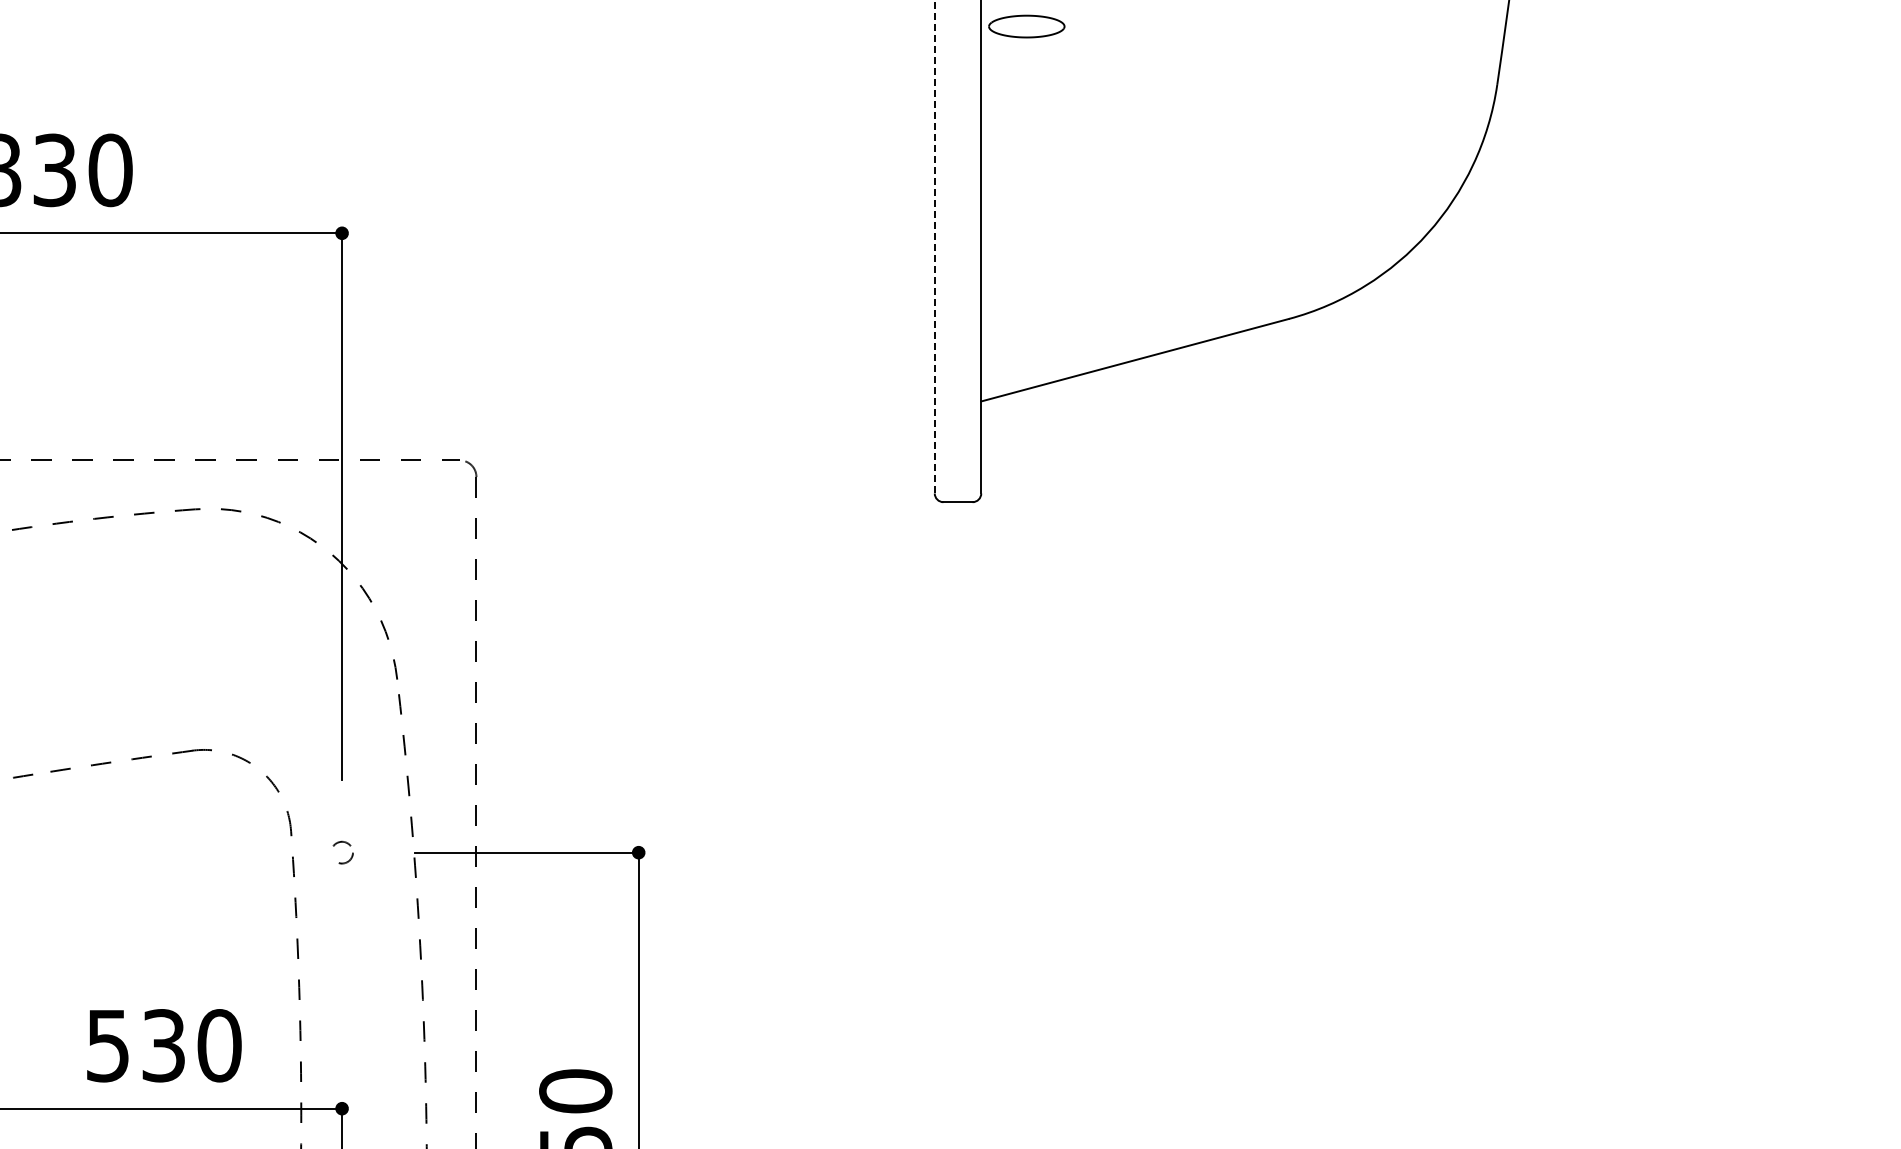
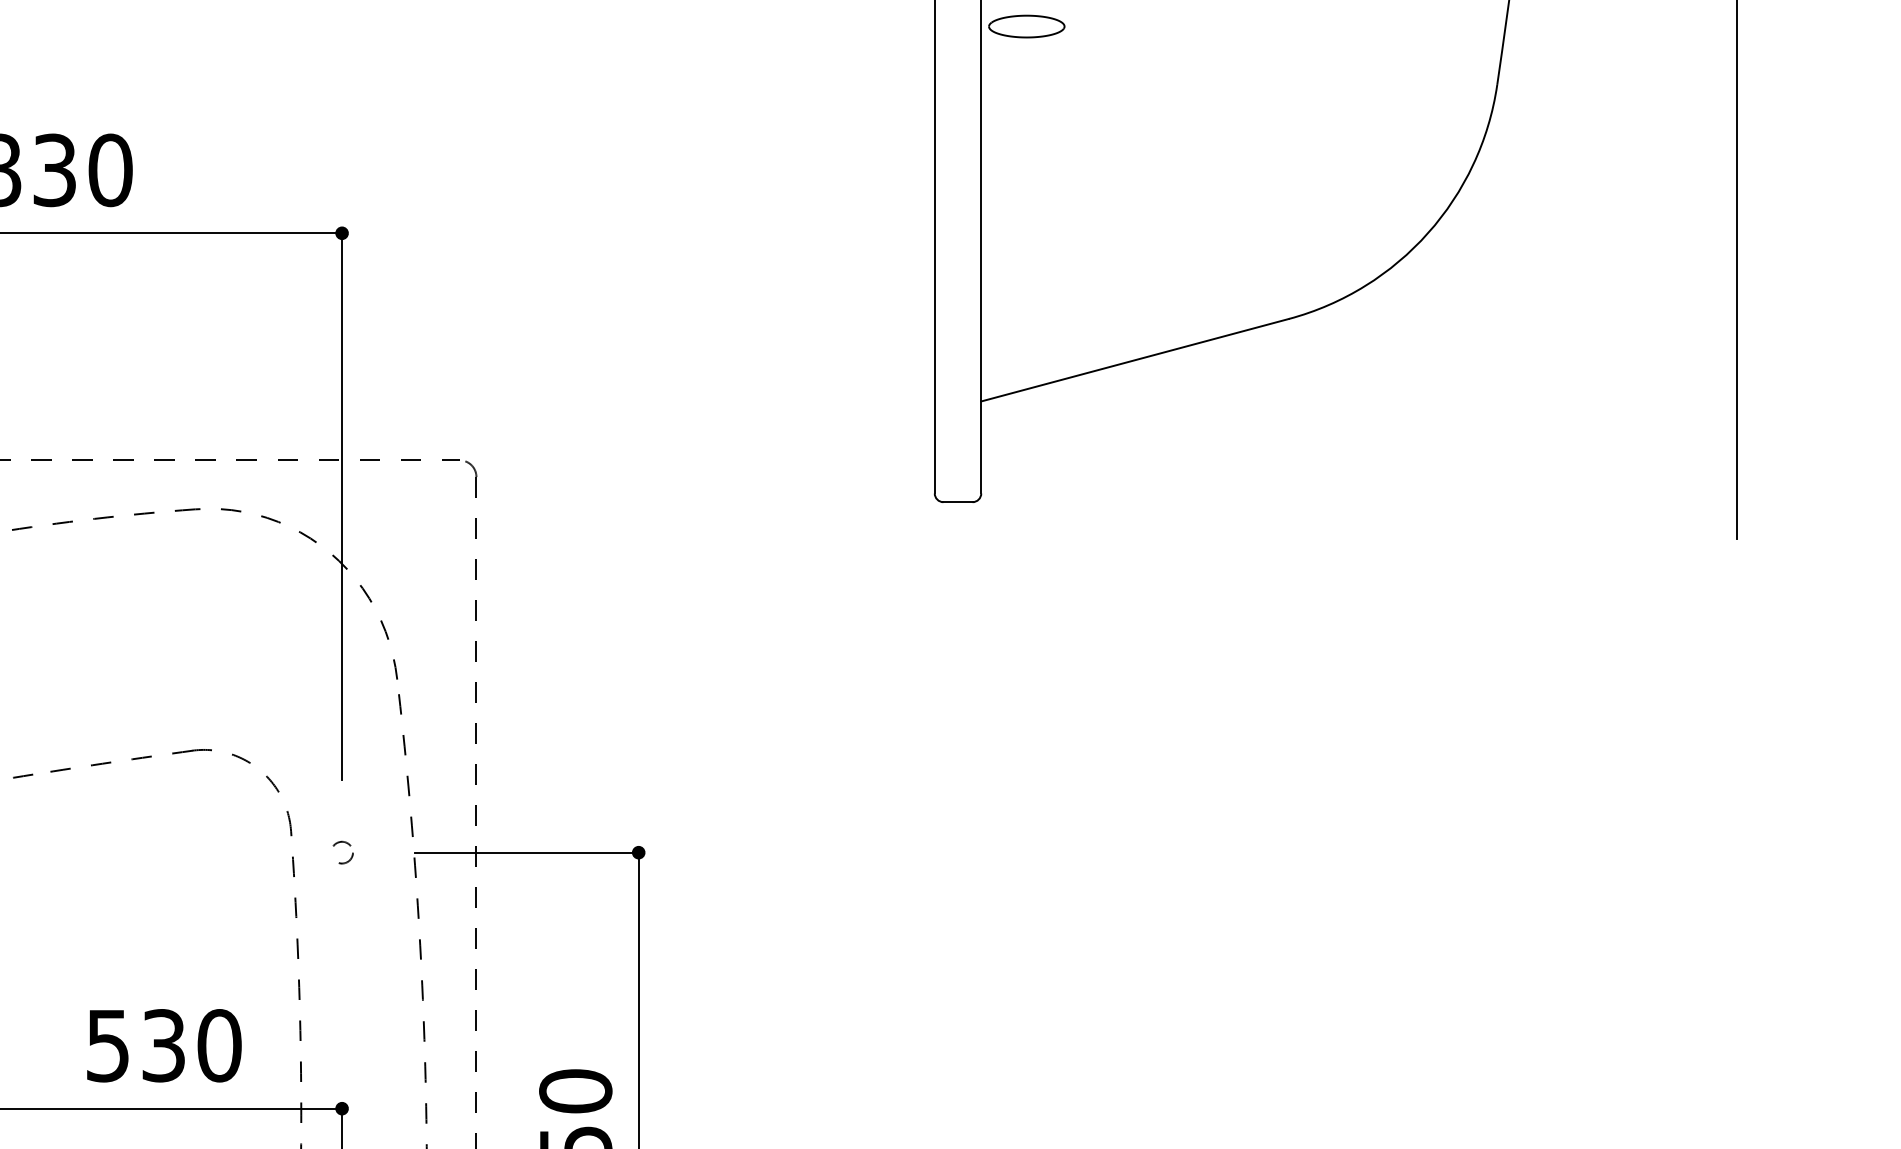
line at (934, 246): dashed -> solid
line at (1736, 270): none -> present
